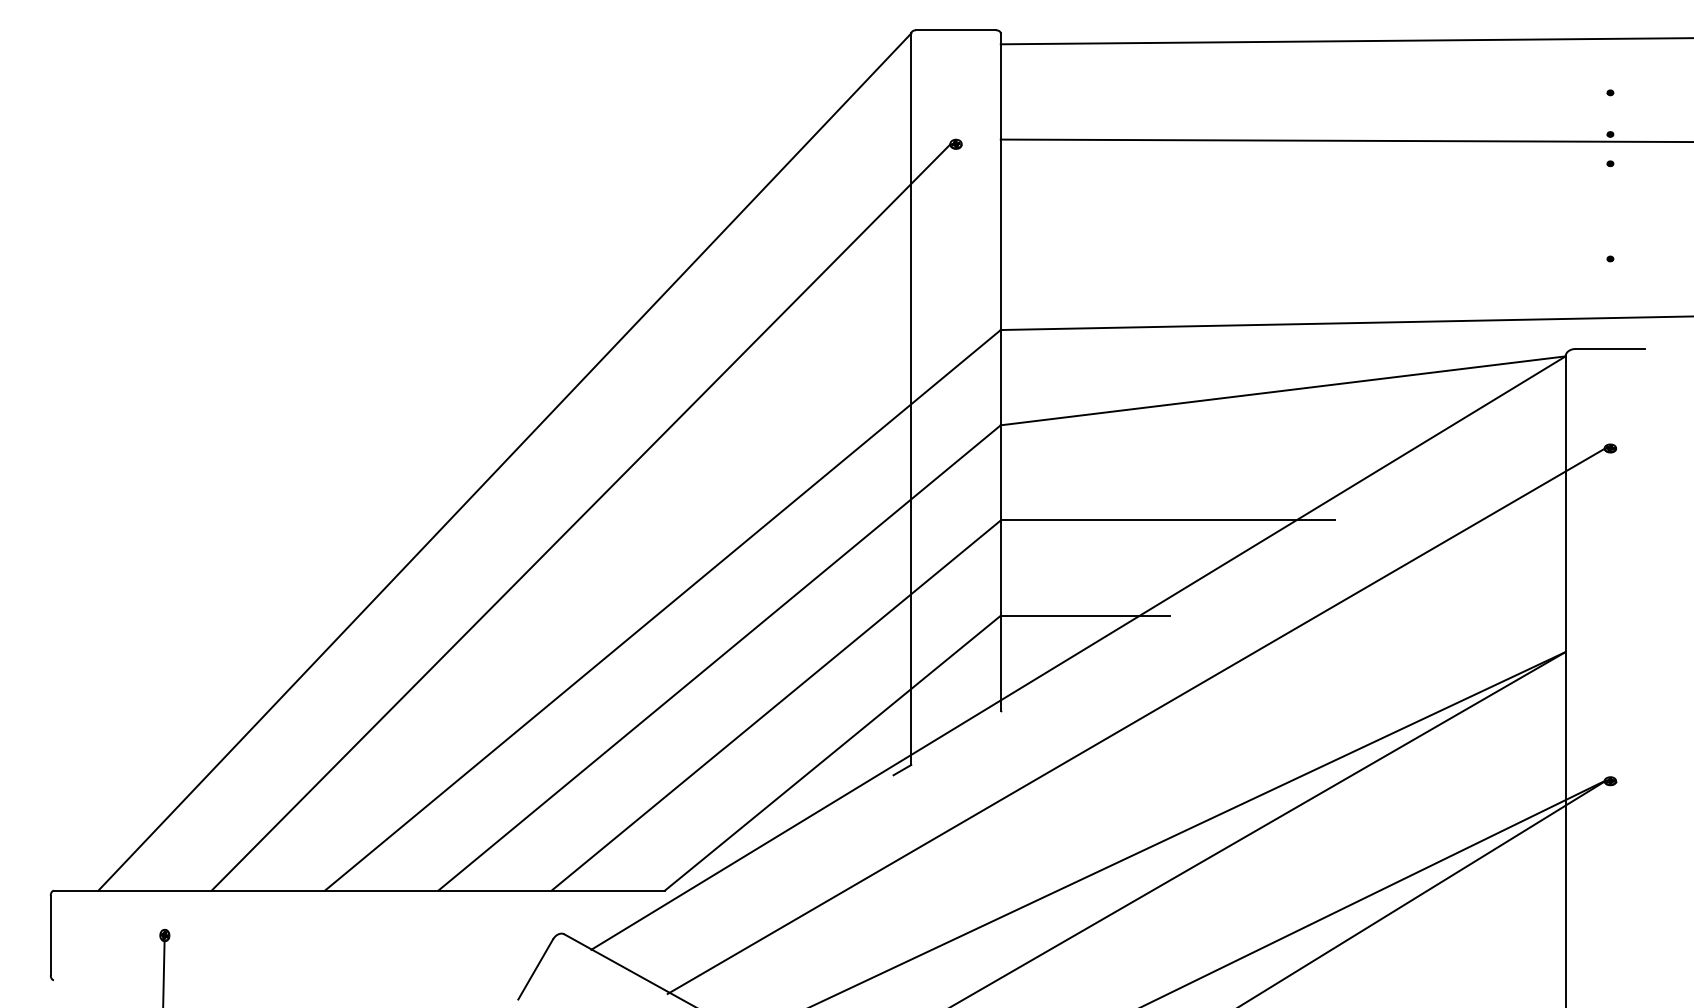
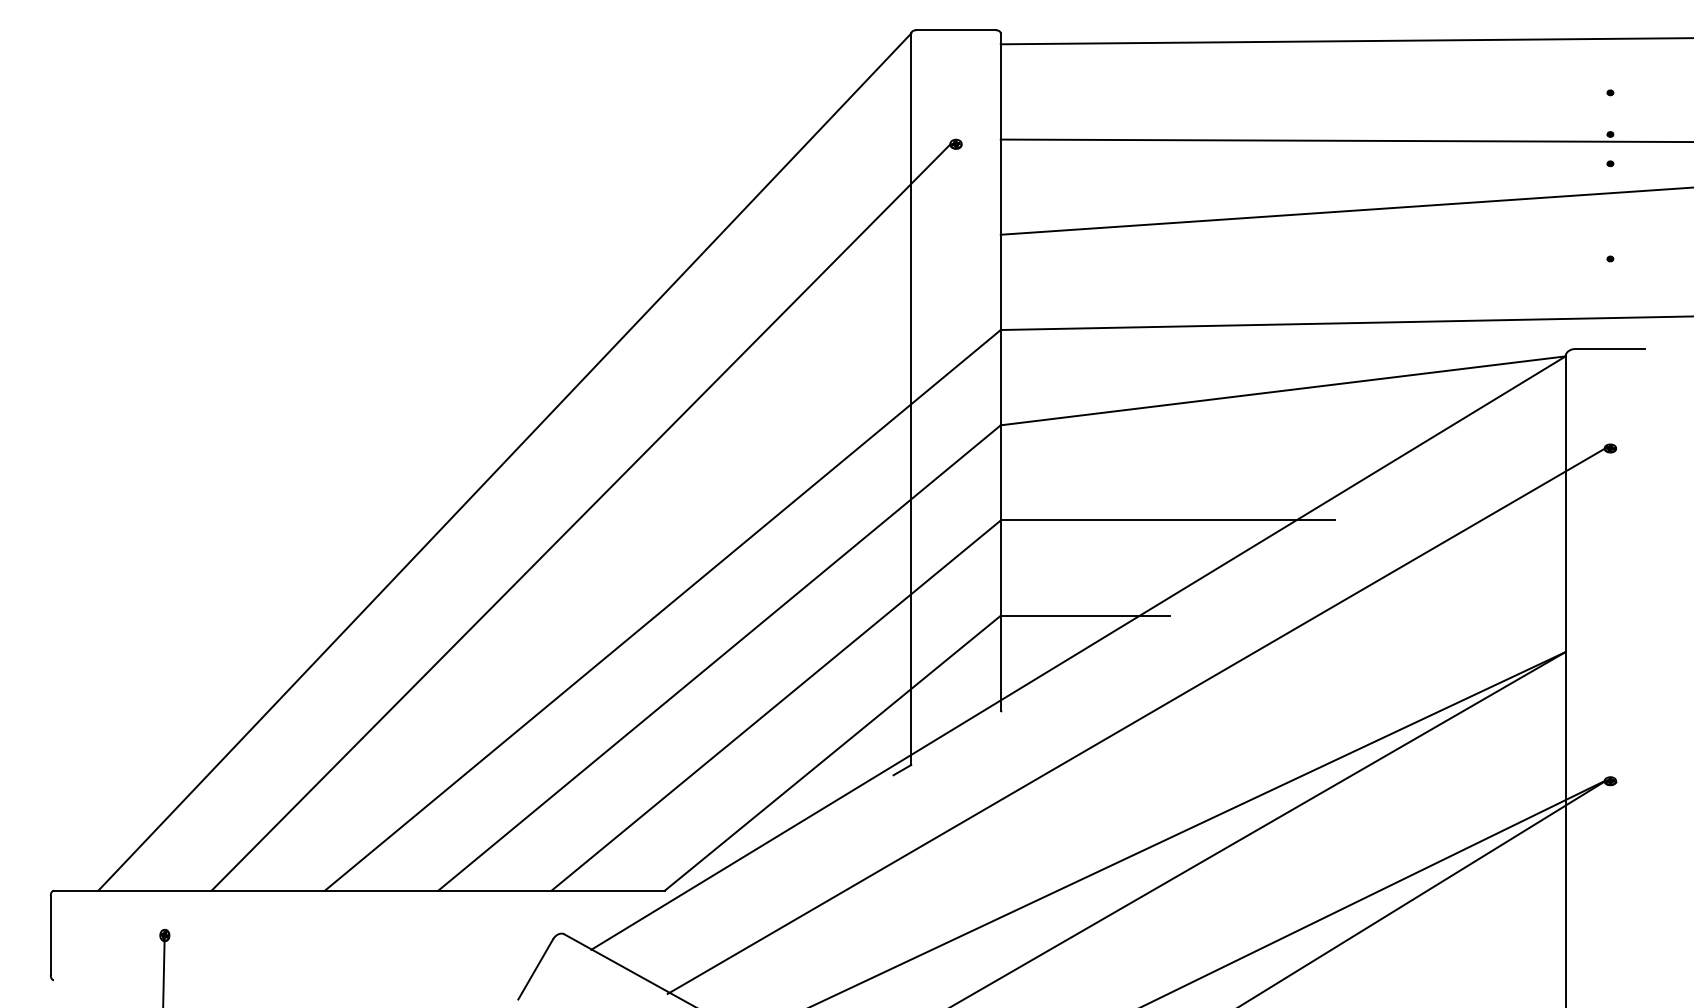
line at (1345, 210): none -> present
